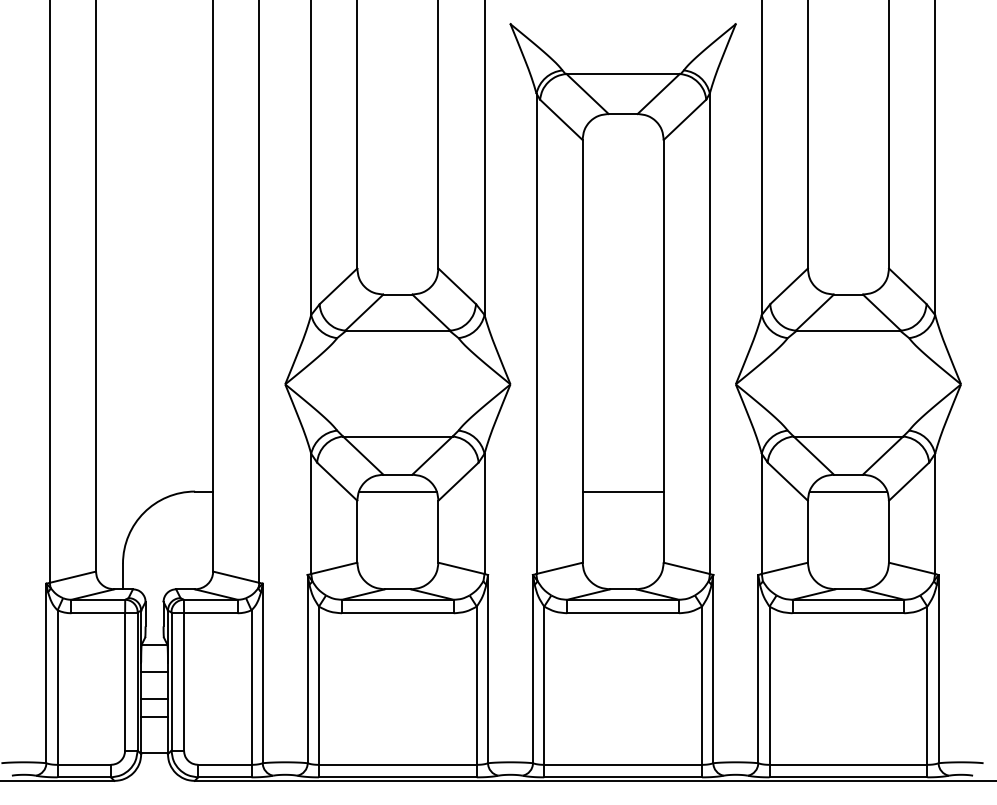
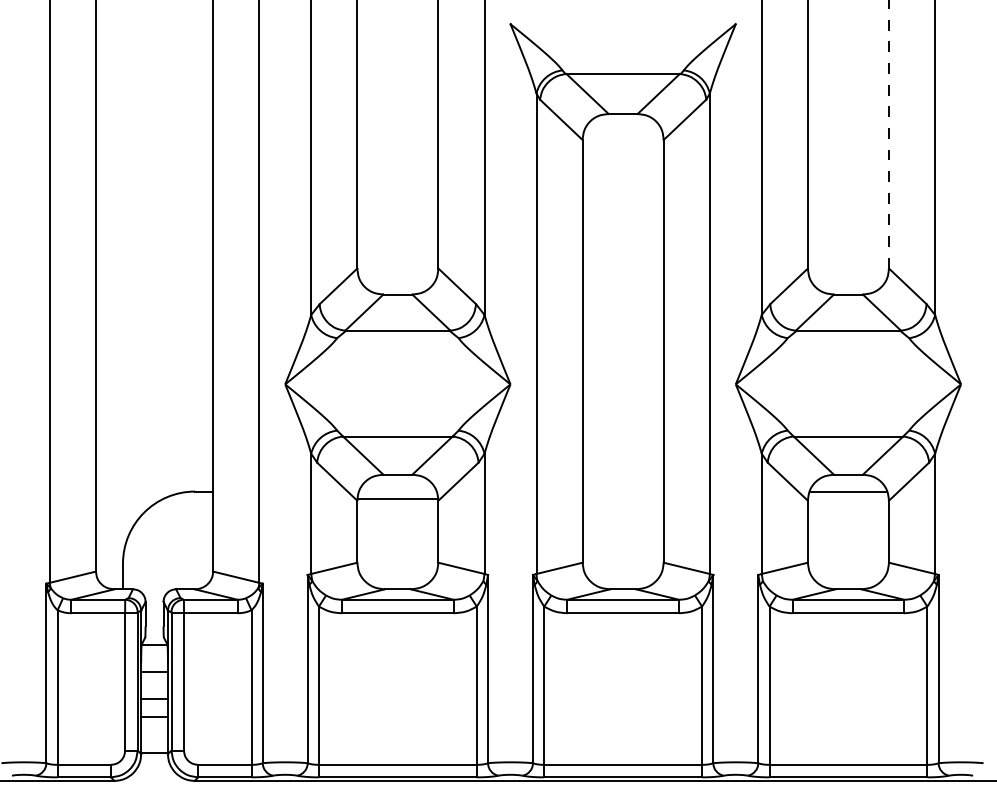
line at (889, 134): solid -> dashed
line at (397, 491) position: (397, 491) -> (397, 498)
line at (622, 491): present -> none
